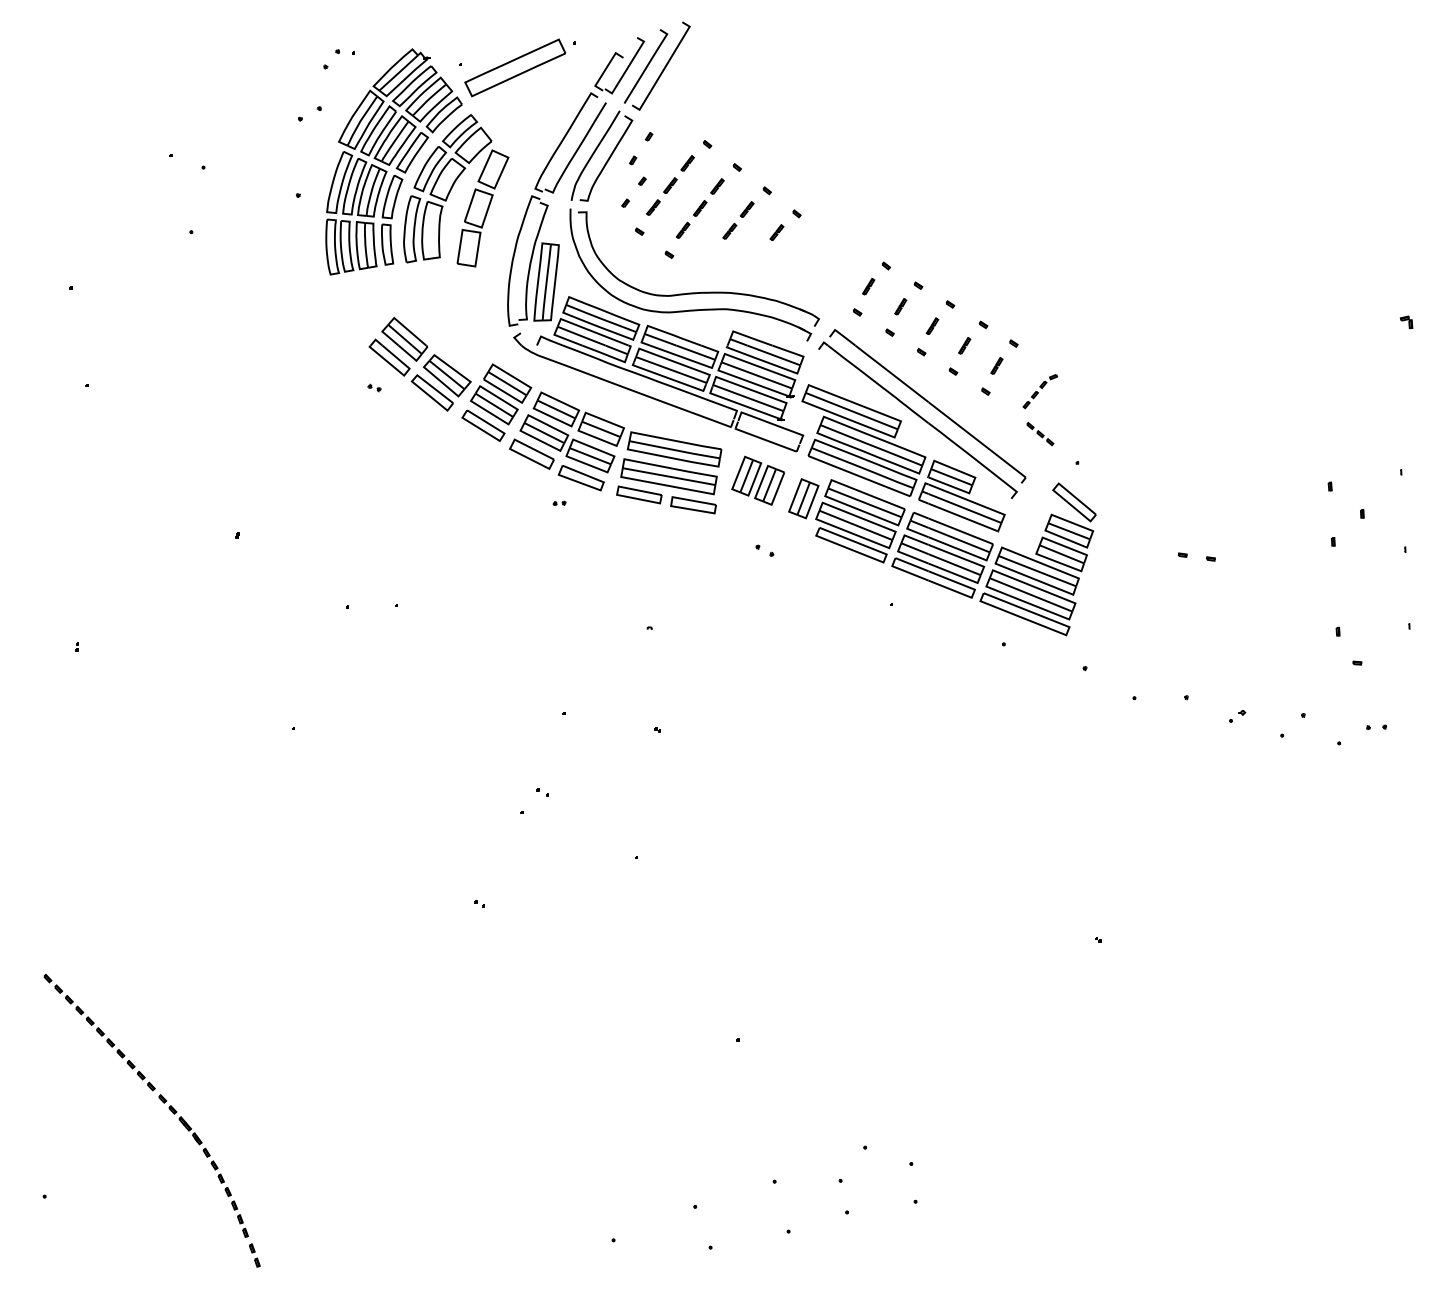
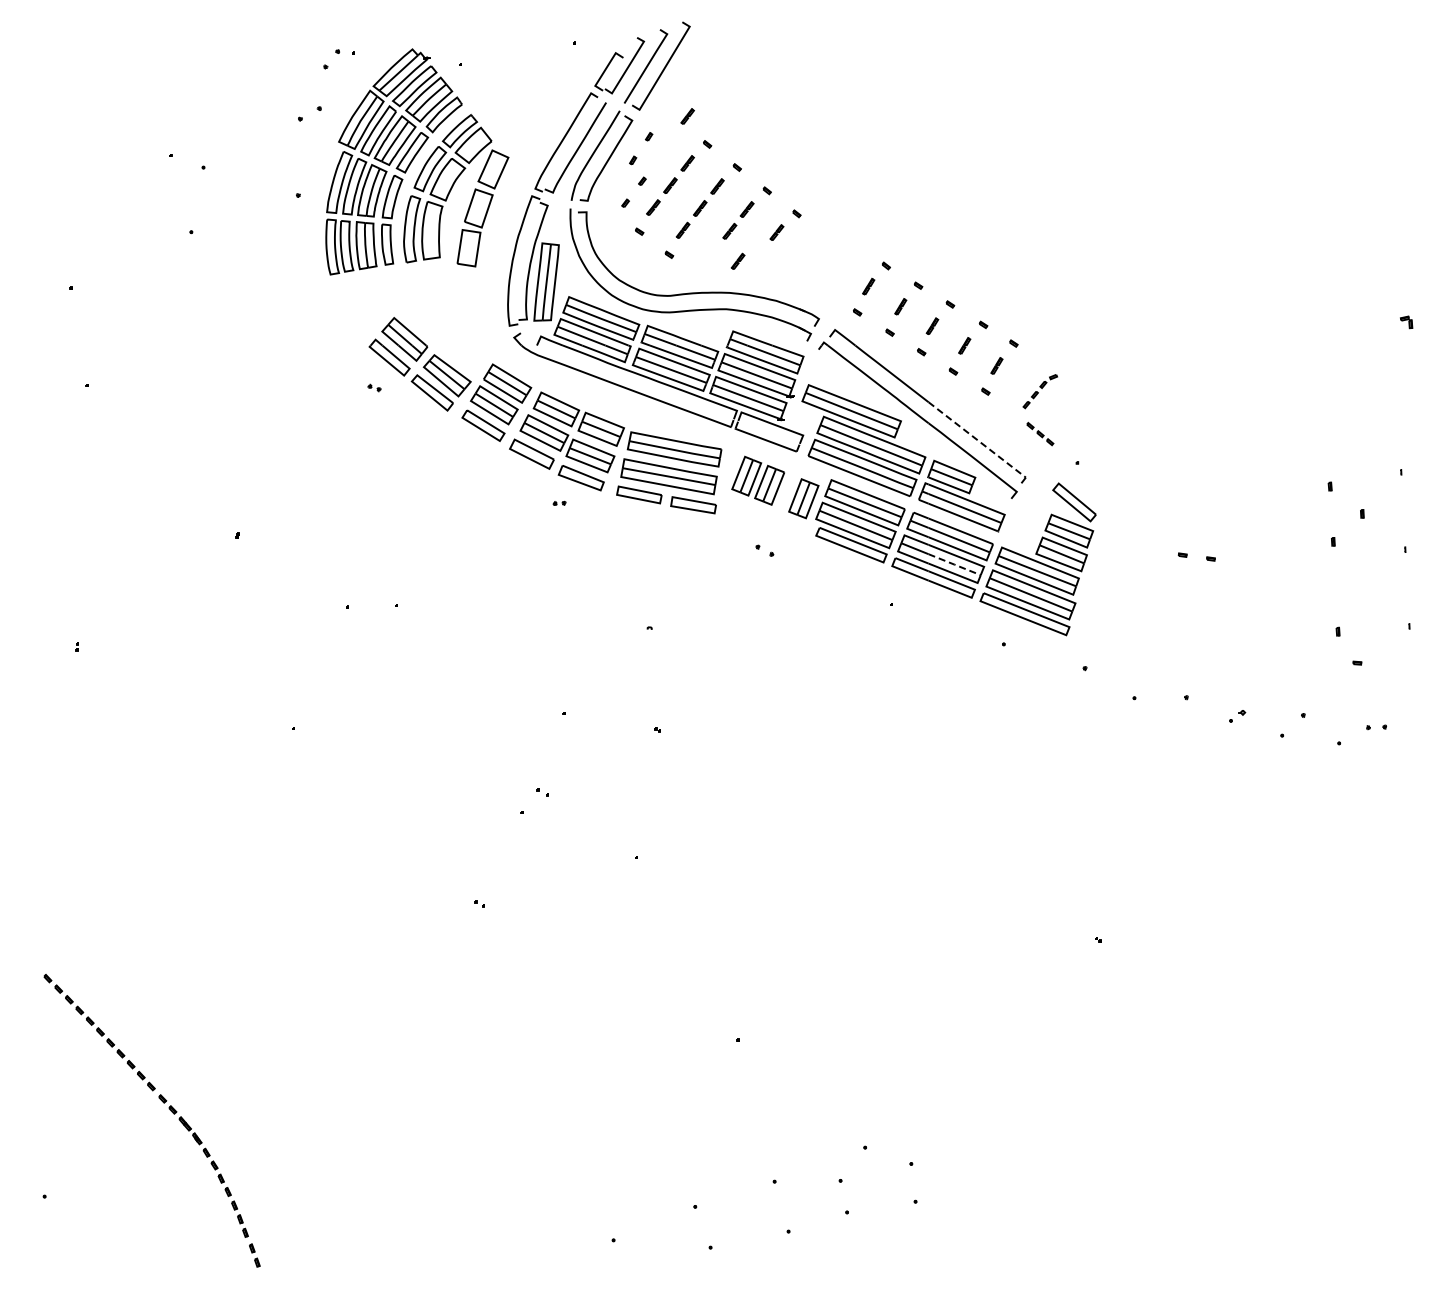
part at (515, 67): present -> none
part at (687, 116): none -> present
part at (737, 260): none -> present
line at (977, 439): solid -> dashed
line at (954, 564): solid -> dashed
